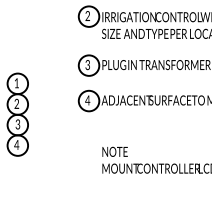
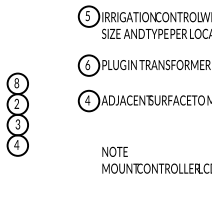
text at (87, 15): 2 -> 5
text at (87, 64): 3 -> 6
text at (16, 83): 1 -> 8
